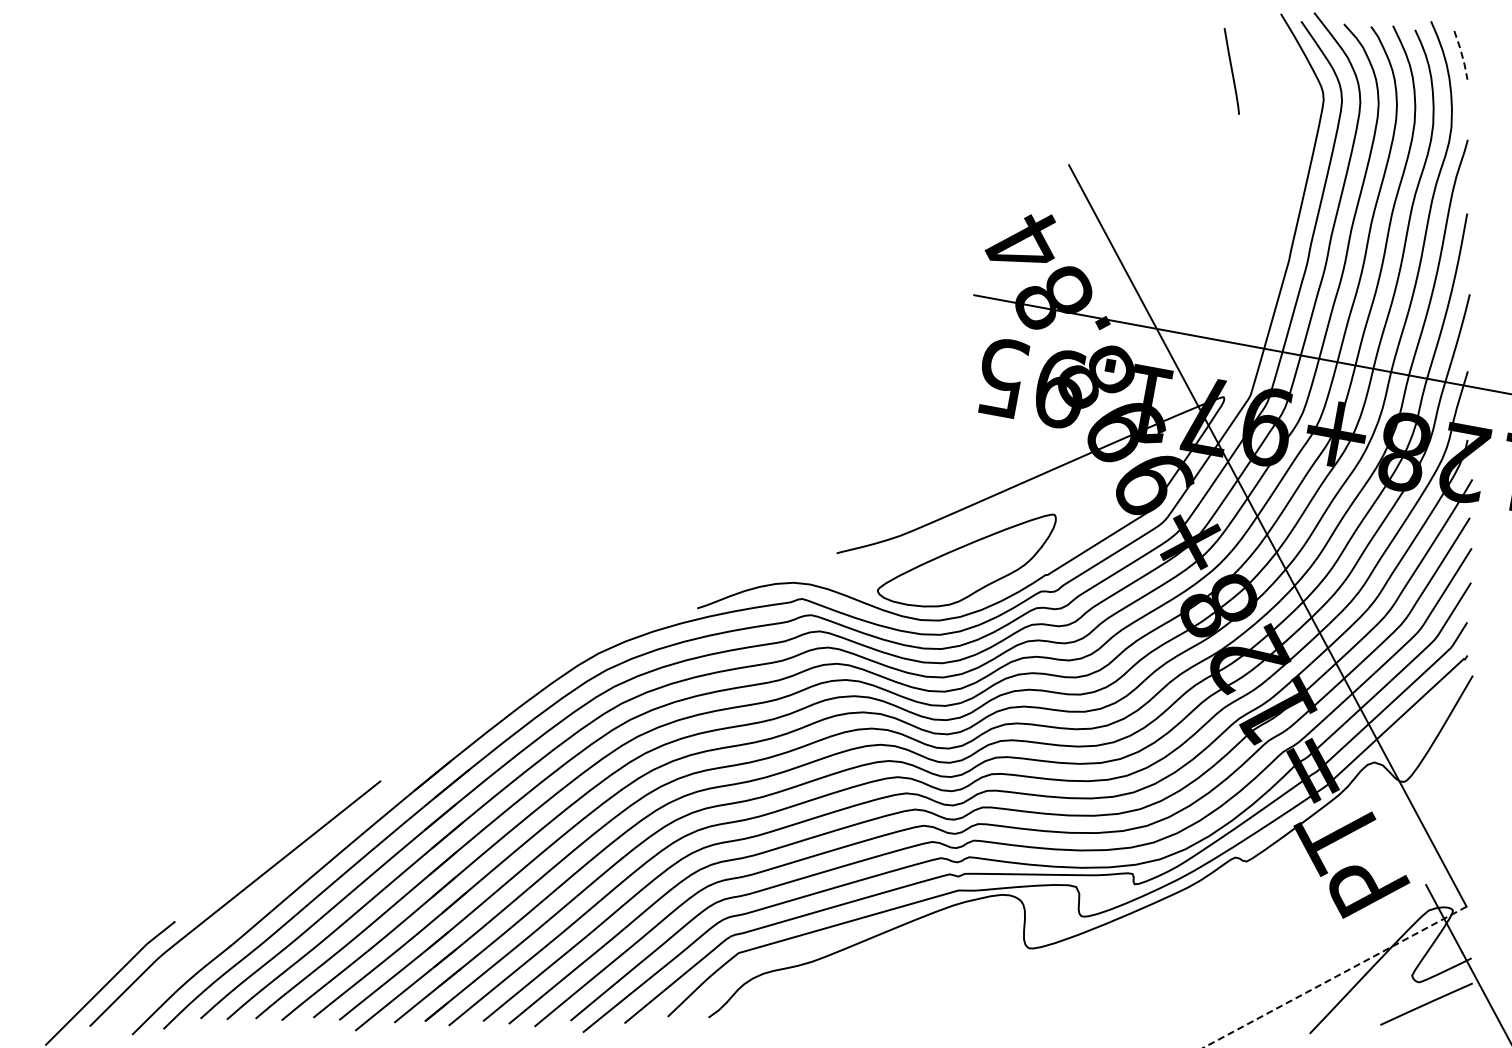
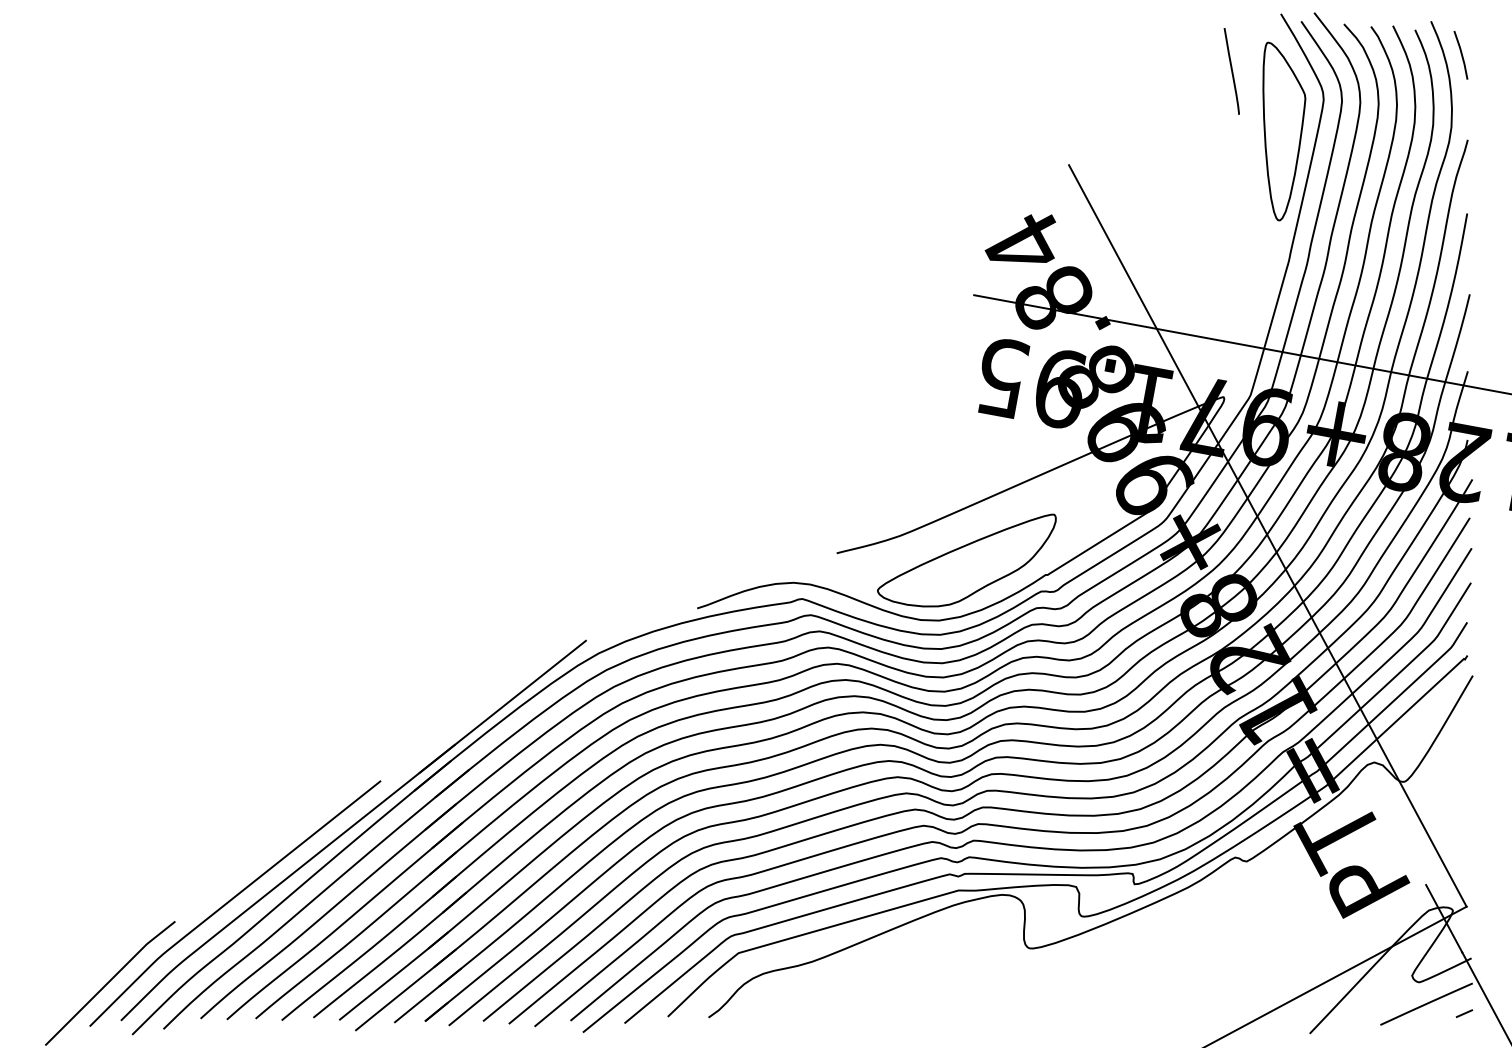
line at (1462, 55): dashed -> solid
part at (1284, 131): none -> present
part at (353, 830): none -> present
line at (1334, 977): dashed -> solid
line at (1464, 1013): none -> present
